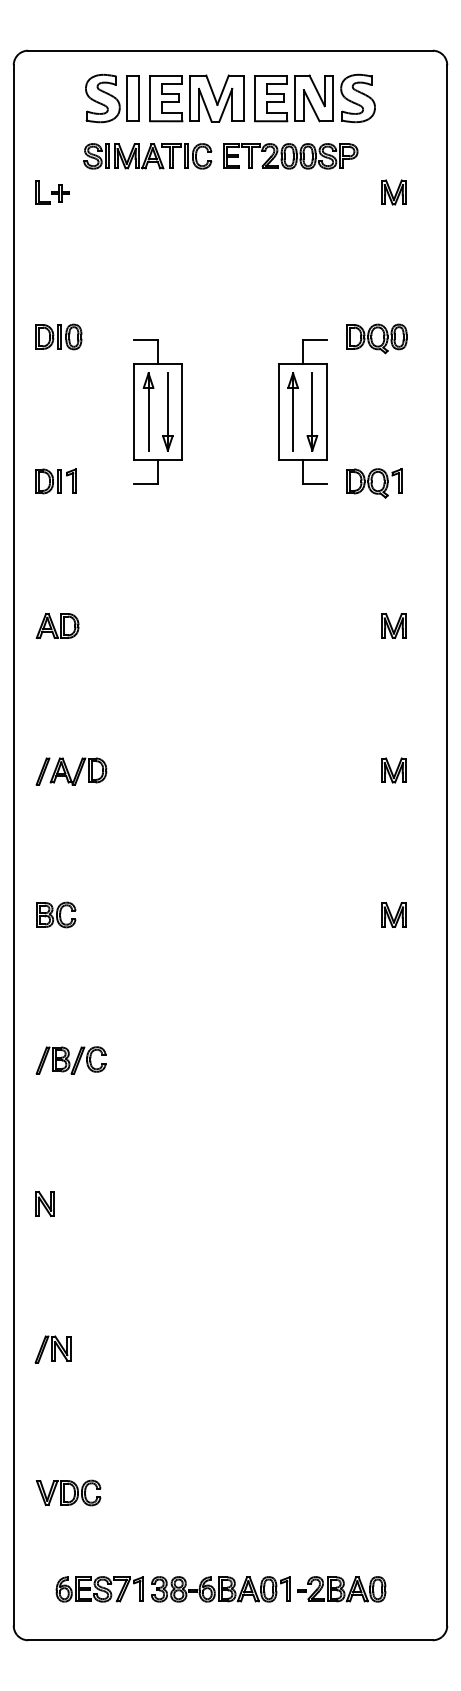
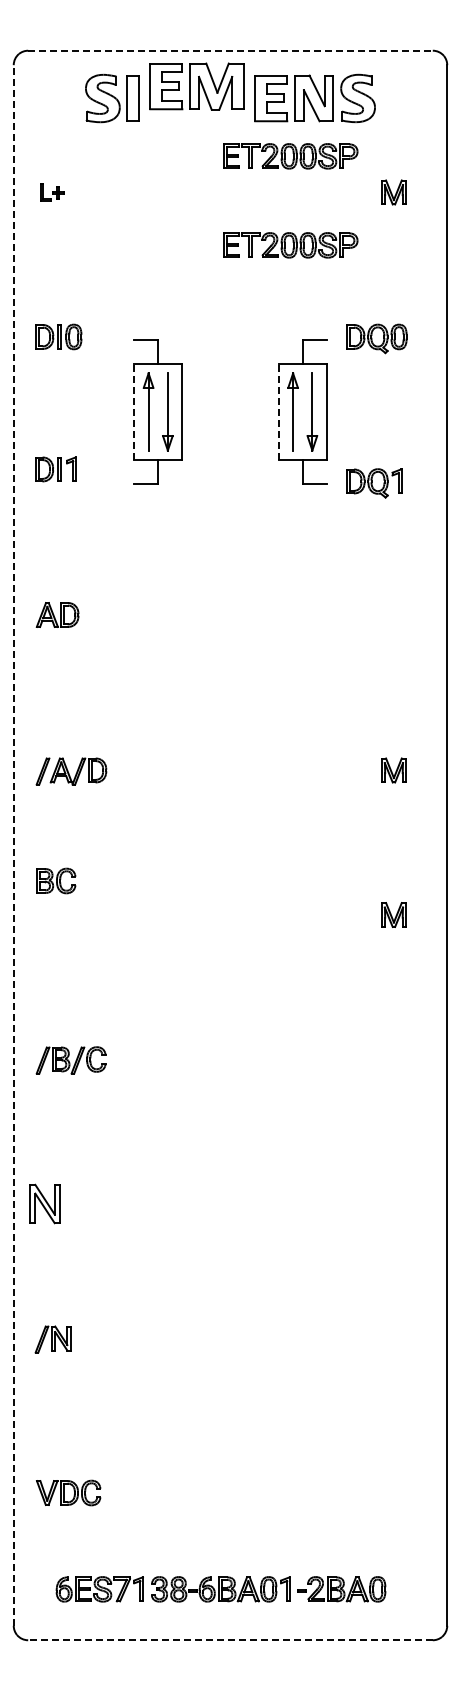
line at (230, 50): solid -> dashed
part at (196, 98) position: (196, 98) -> (196, 86)
part at (147, 156): present -> none
part at (52, 192) size: 35x25 px -> 25x19 px
part at (290, 245): none -> present
line at (134, 411): solid -> dashed
line at (278, 411): solid -> dashed
part at (55, 481) position: (55, 481) -> (55, 469)
part at (57, 625) position: (57, 625) -> (57, 614)
part at (393, 625): present -> none
line at (13, 844): solid -> dashed
part at (56, 914) position: (56, 914) -> (56, 880)
part at (44, 1203) size: 20x26 px -> 32x42 px
part at (52, 1349) position: (52, 1349) -> (52, 1339)
line at (230, 1640): solid -> dashed
